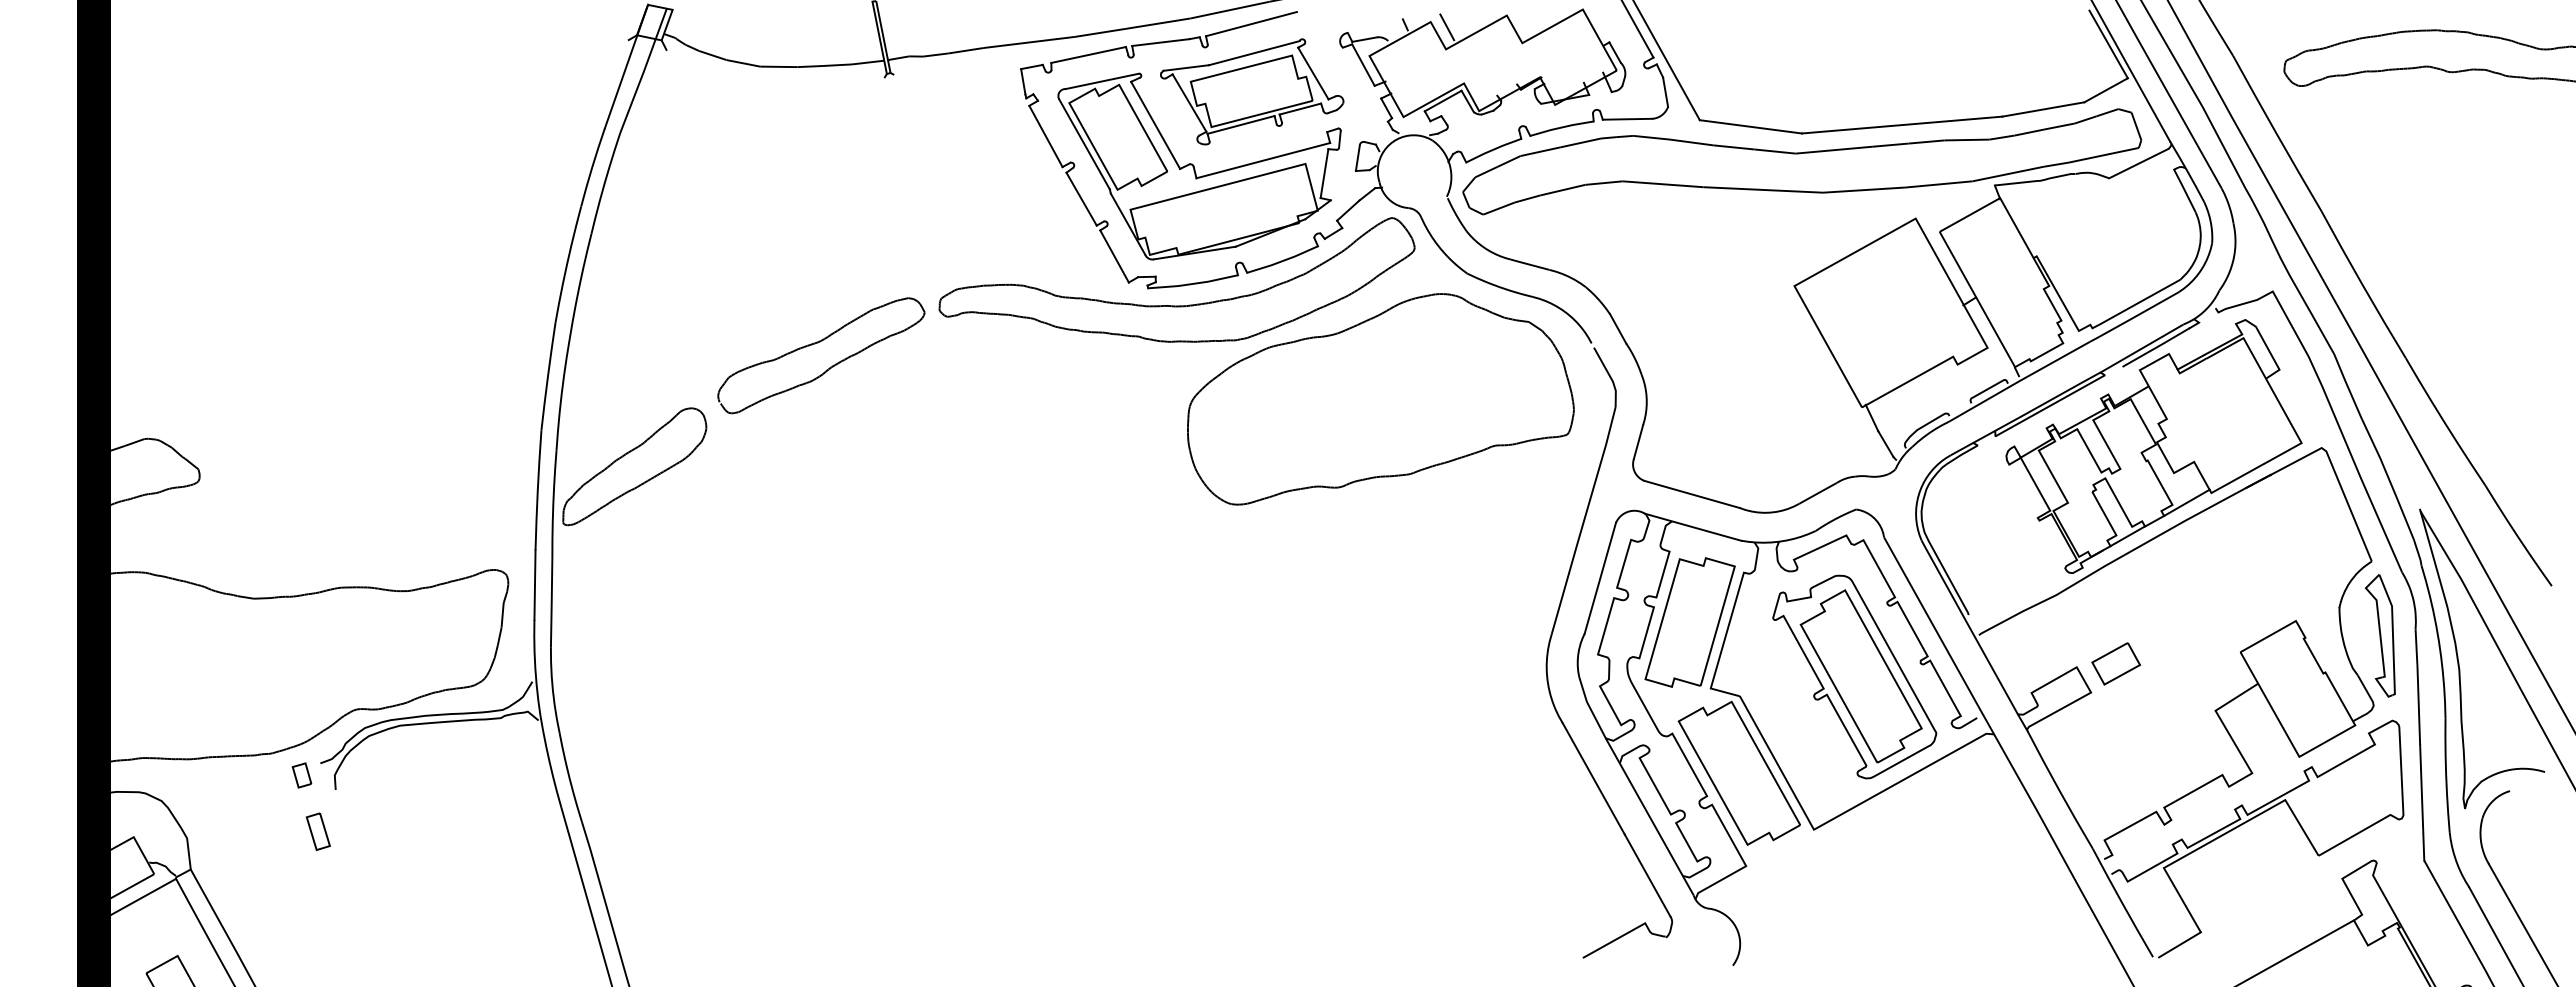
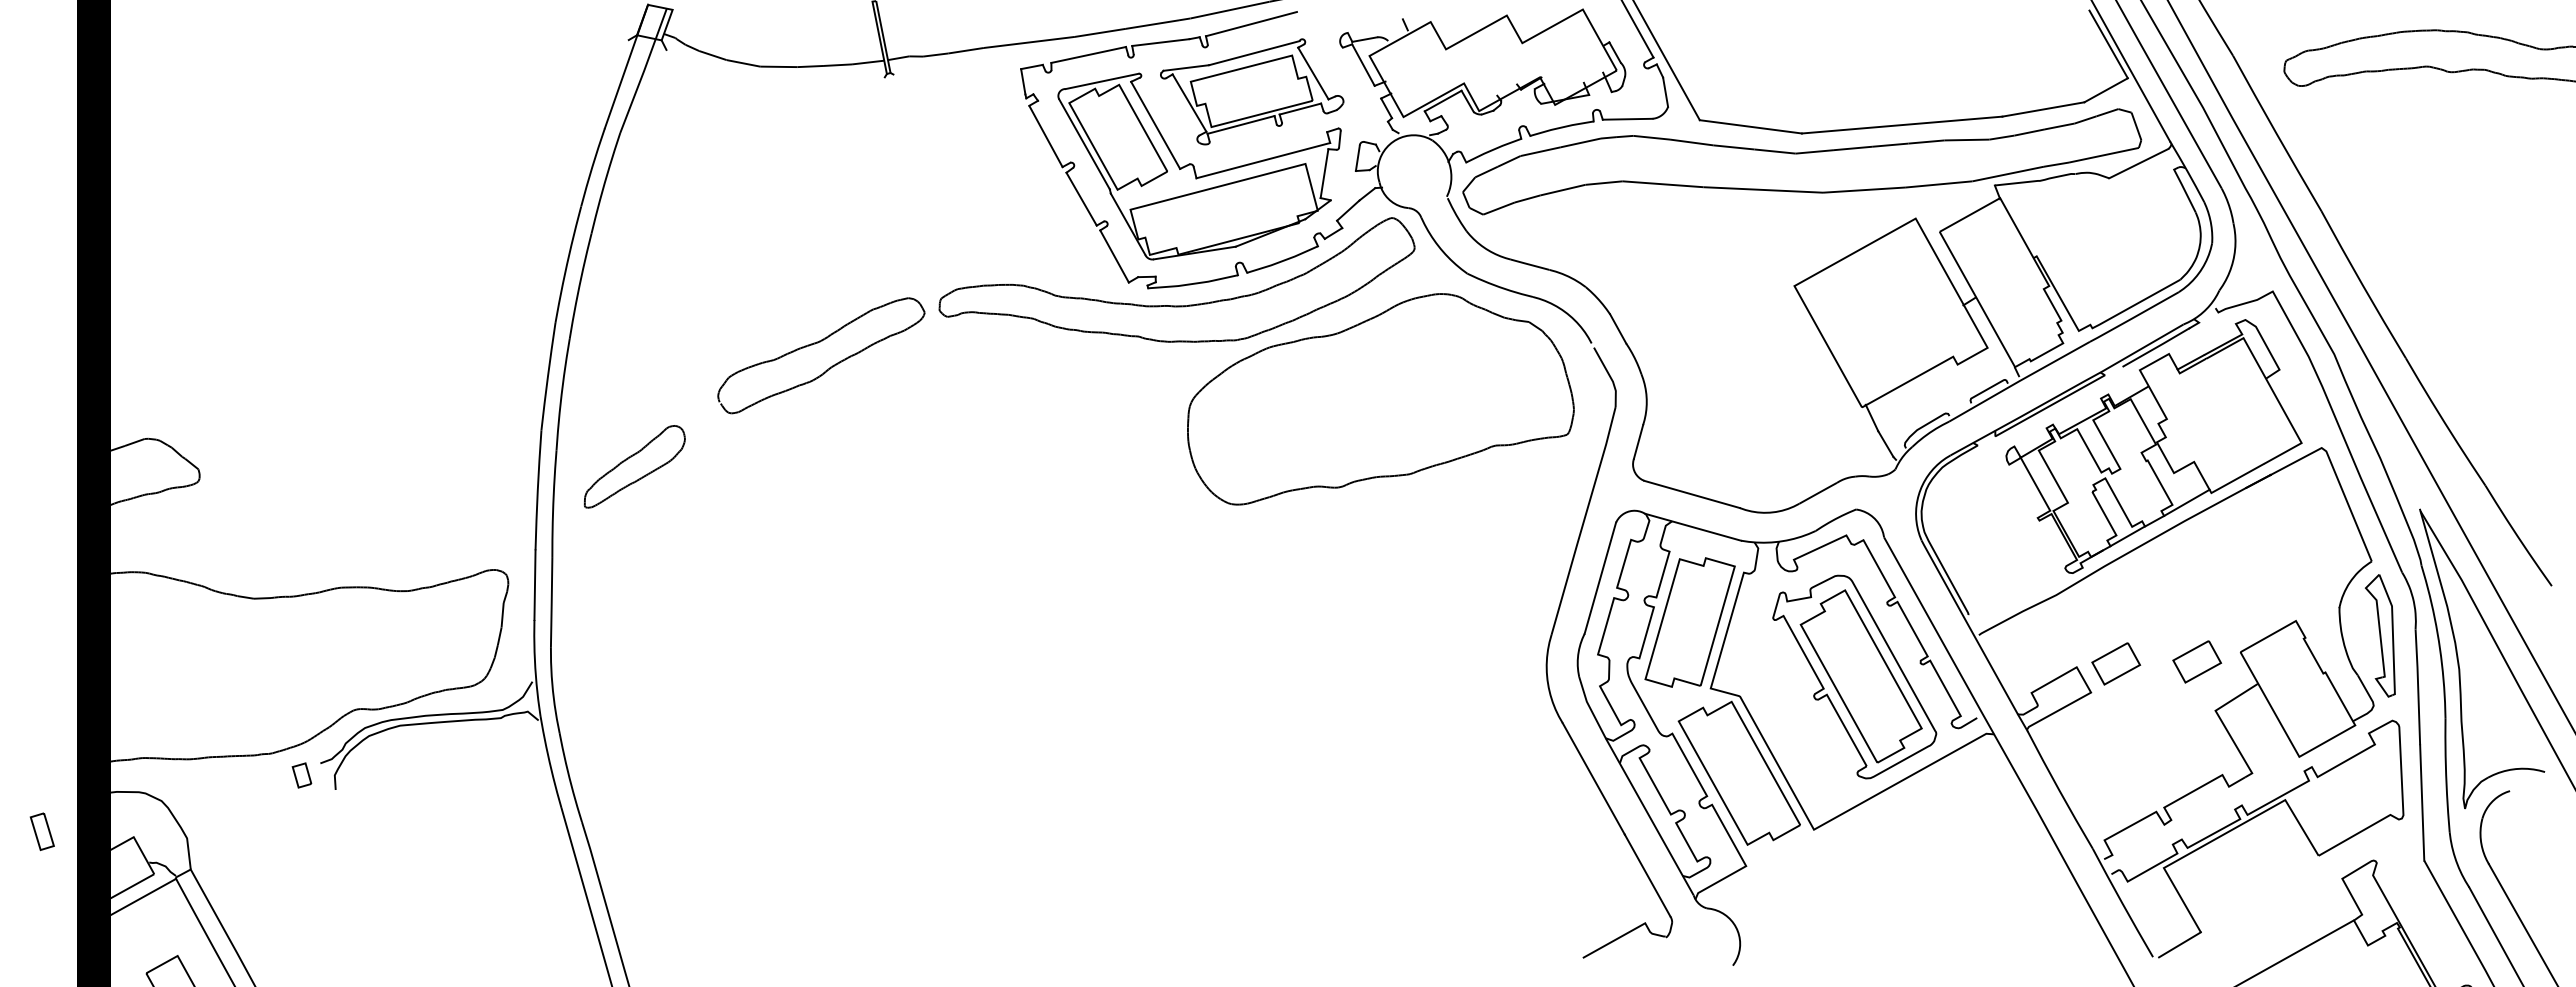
line at (1447, 27): present -> none
part at (634, 466) size: 146x120 px -> 103x84 px
part at (2197, 661): none -> present
part at (317, 831) position: (317, 831) -> (41, 831)
